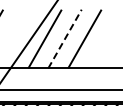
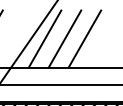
line at (64, 39): dashed -> solid
line at (60, 90) position: (60, 90) -> (60, 85)
